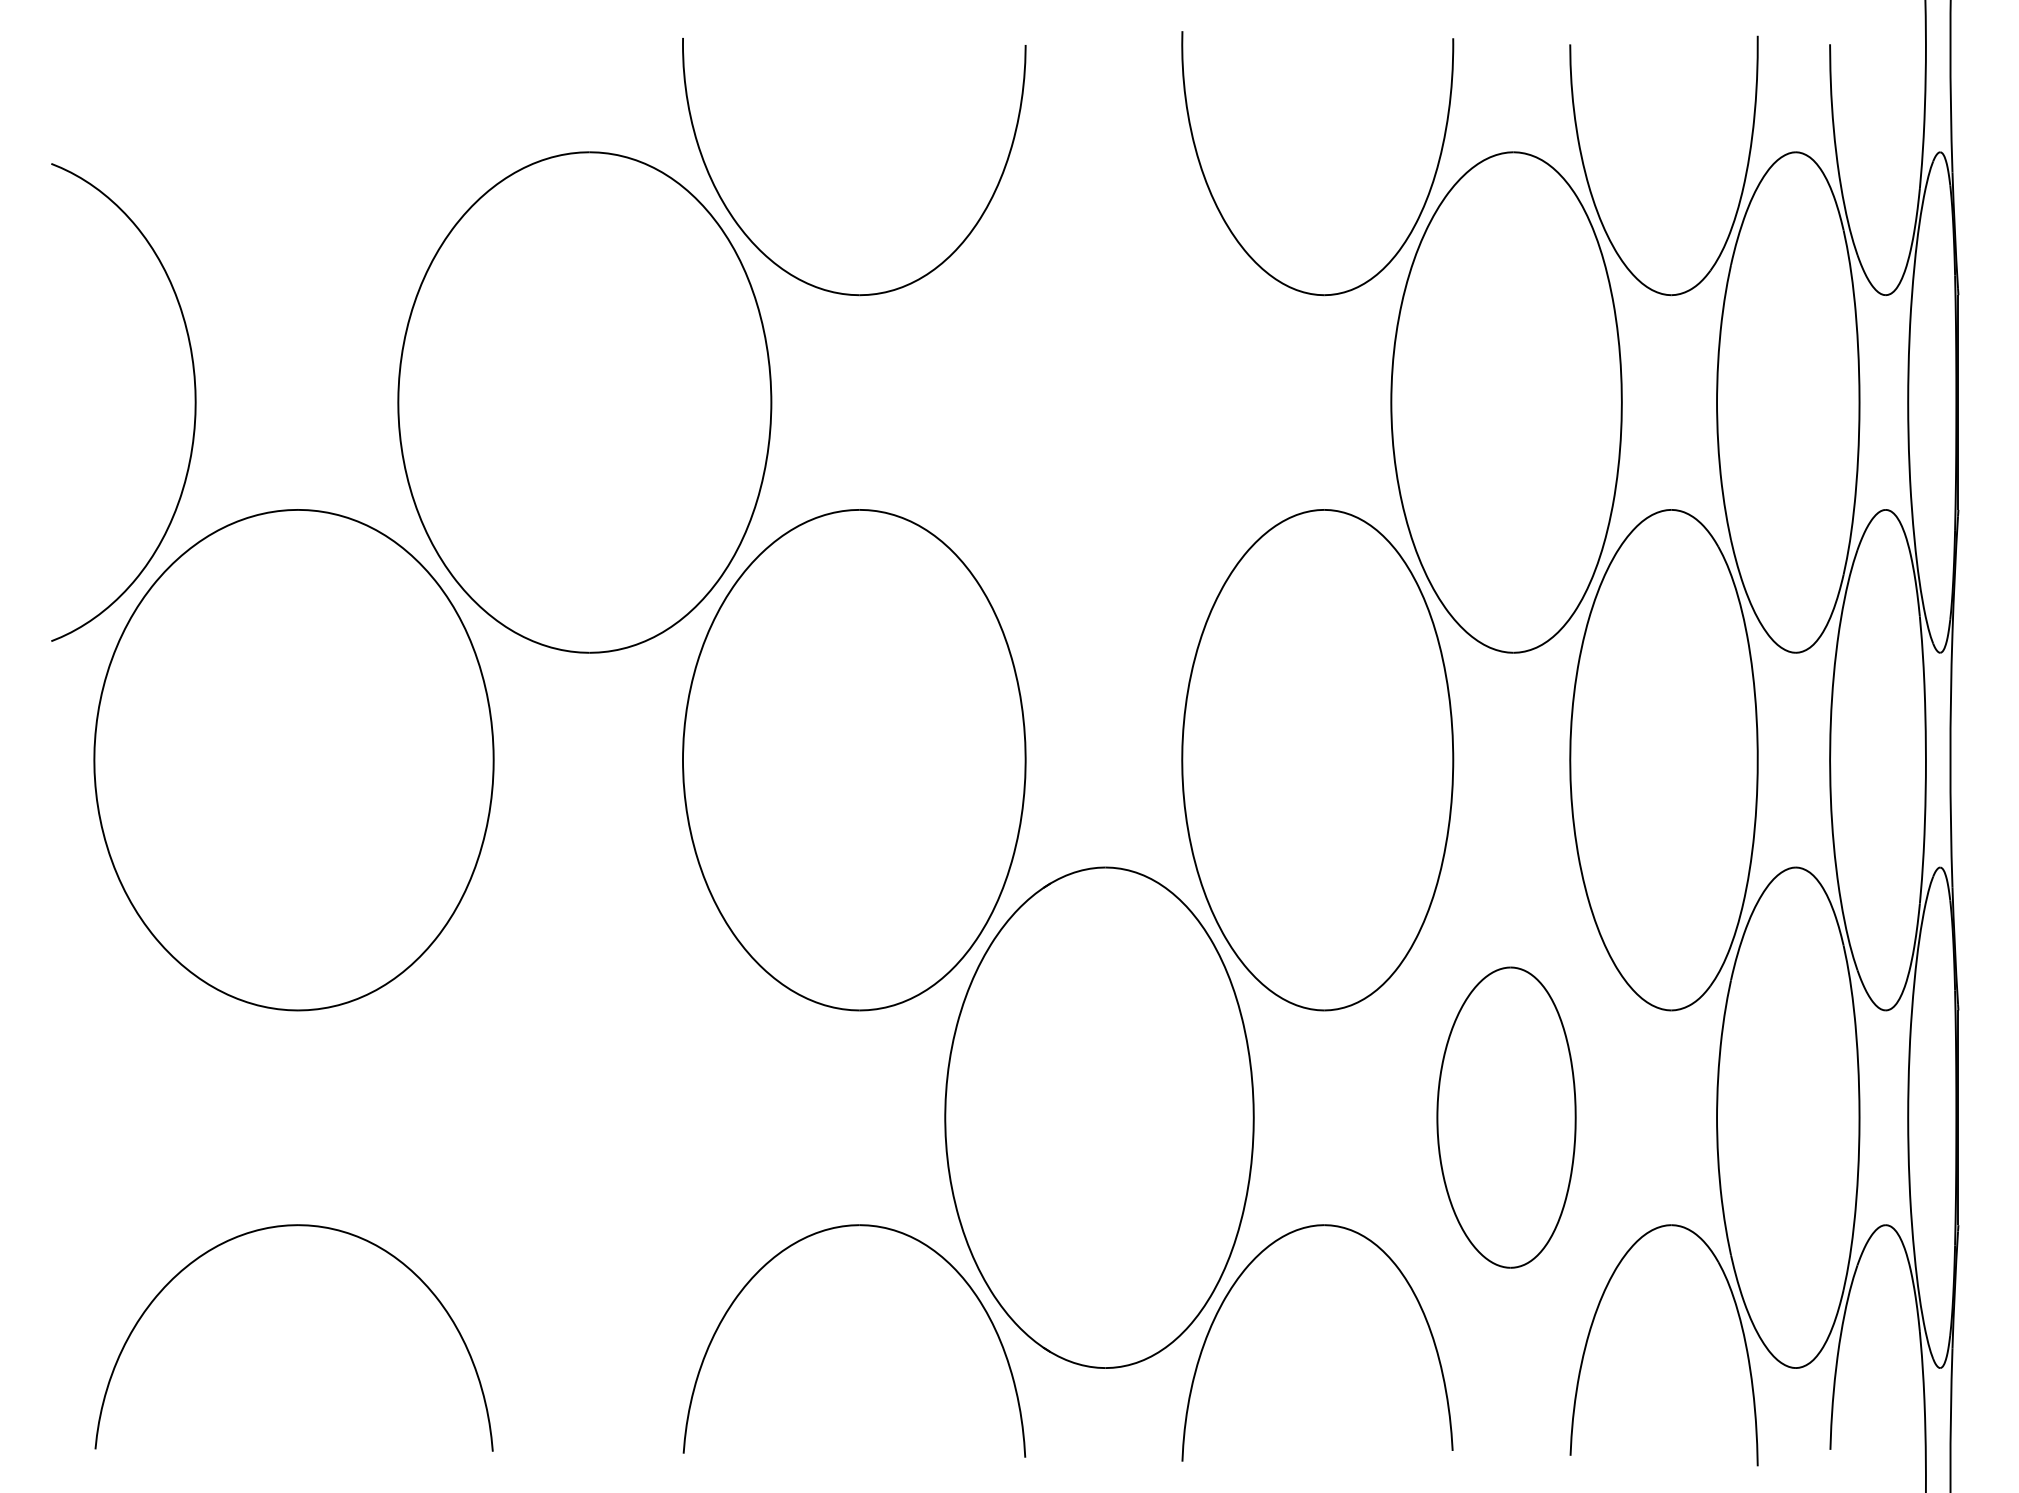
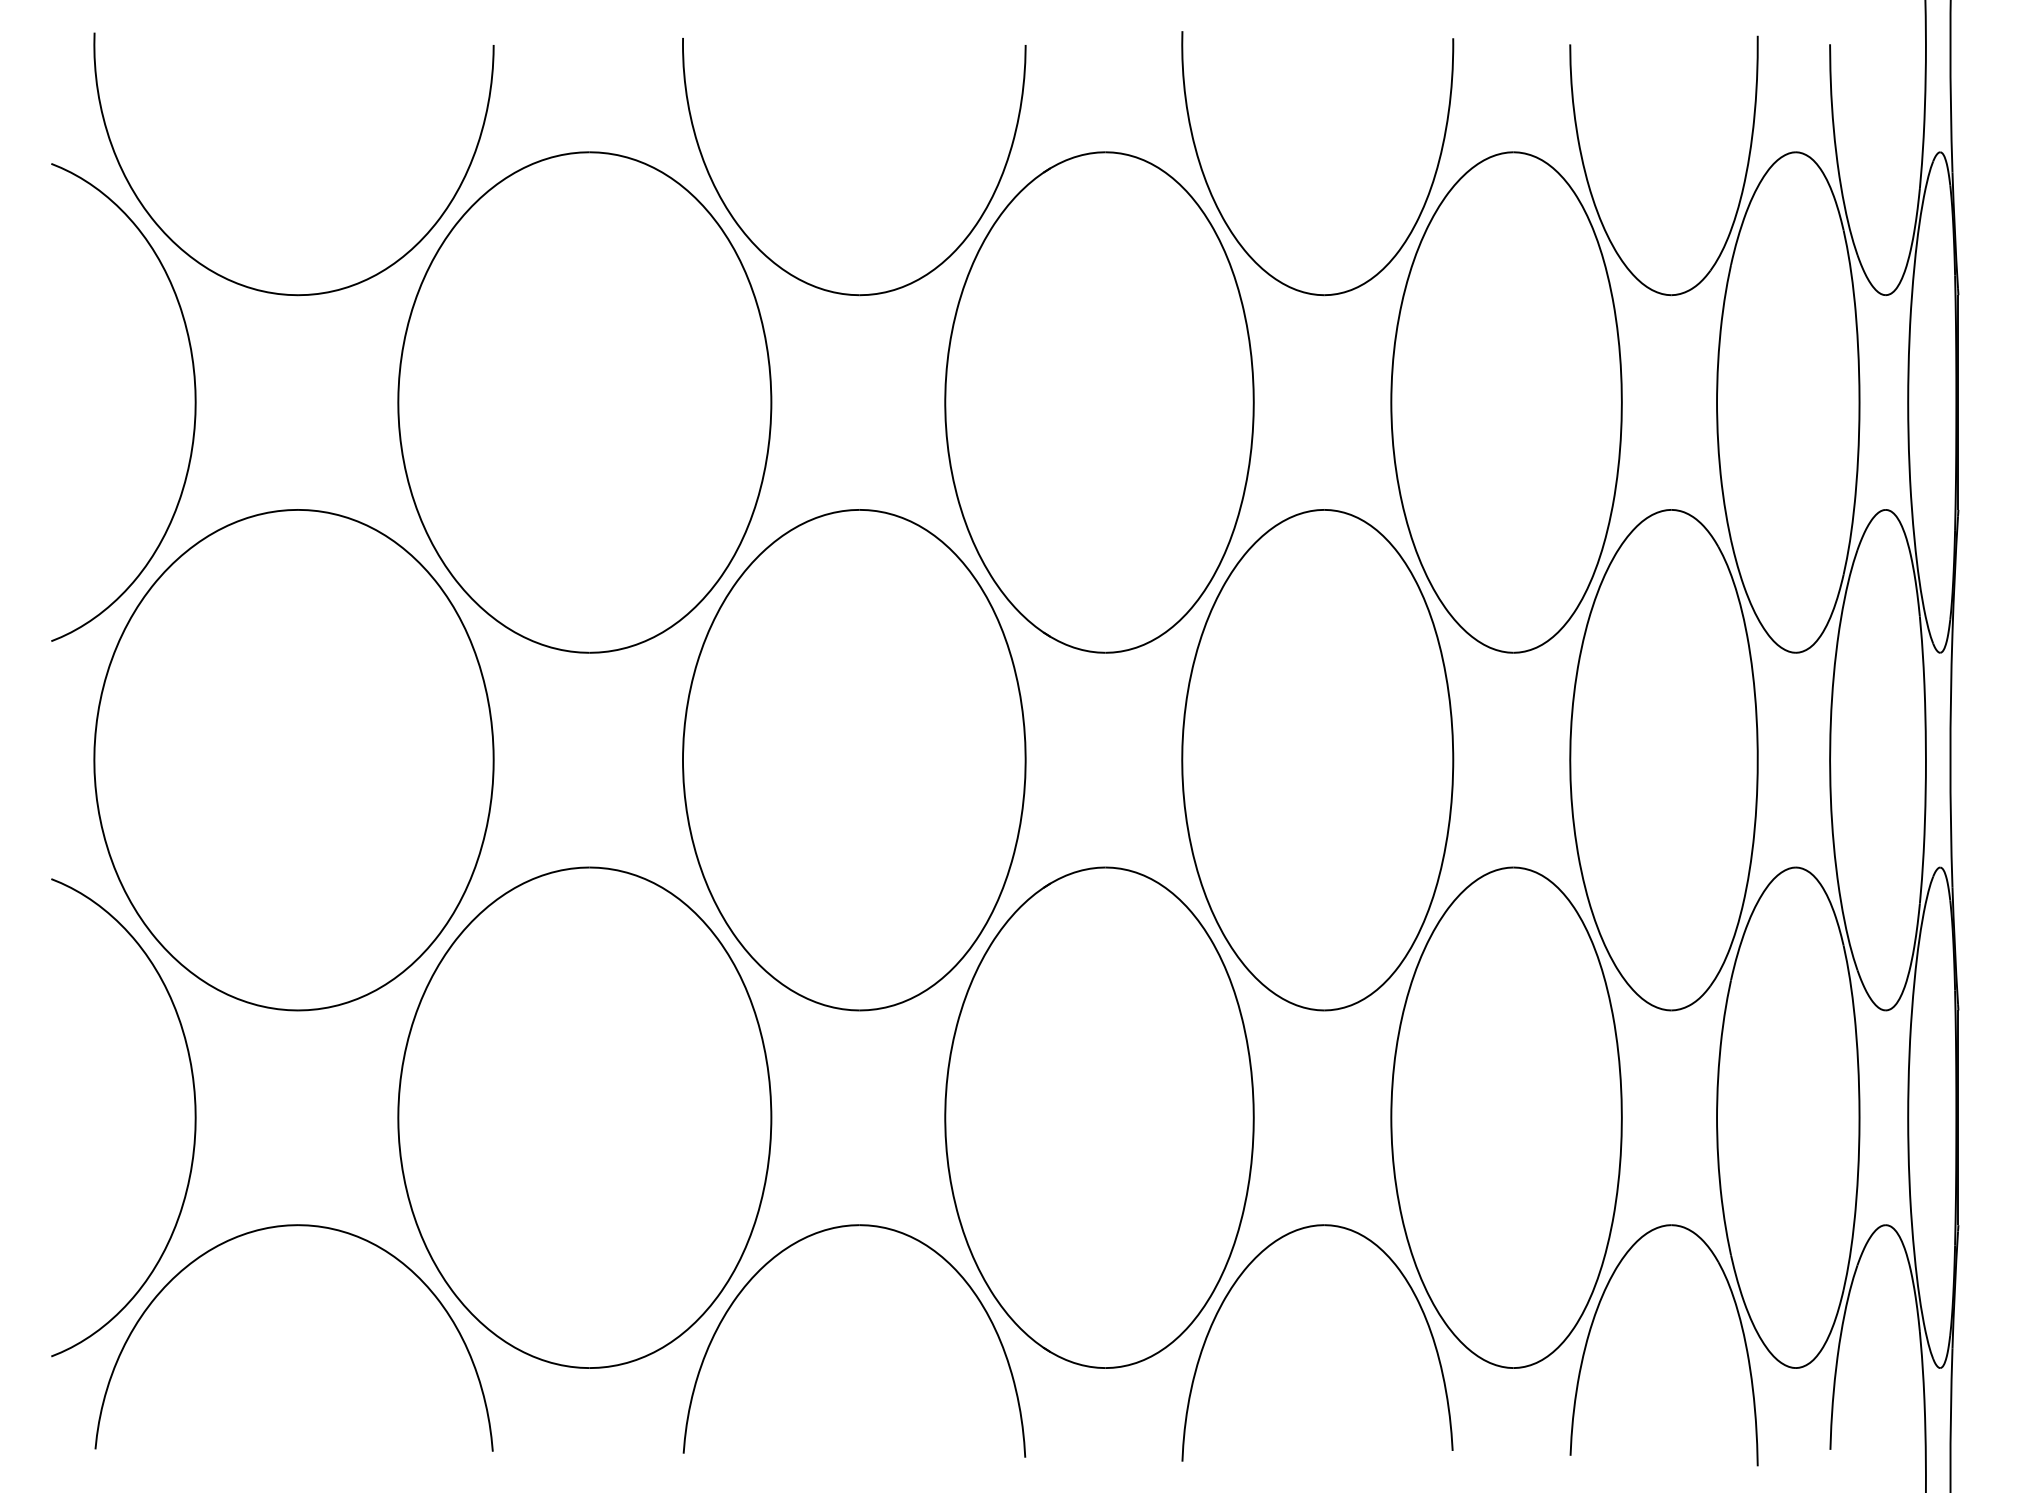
part at (270, 291): none -> present
part at (1099, 402): none -> present
curve at (194, 1117): none -> present
part at (584, 1117): none -> present
part at (1506, 1117) size: 141x303 px -> 233x503 px
